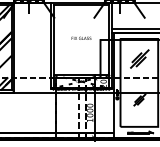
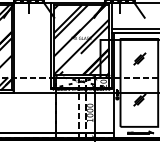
hatch at (81, 40): none -> present
part at (139, 58) size: 20x20 px -> 14x14 px
